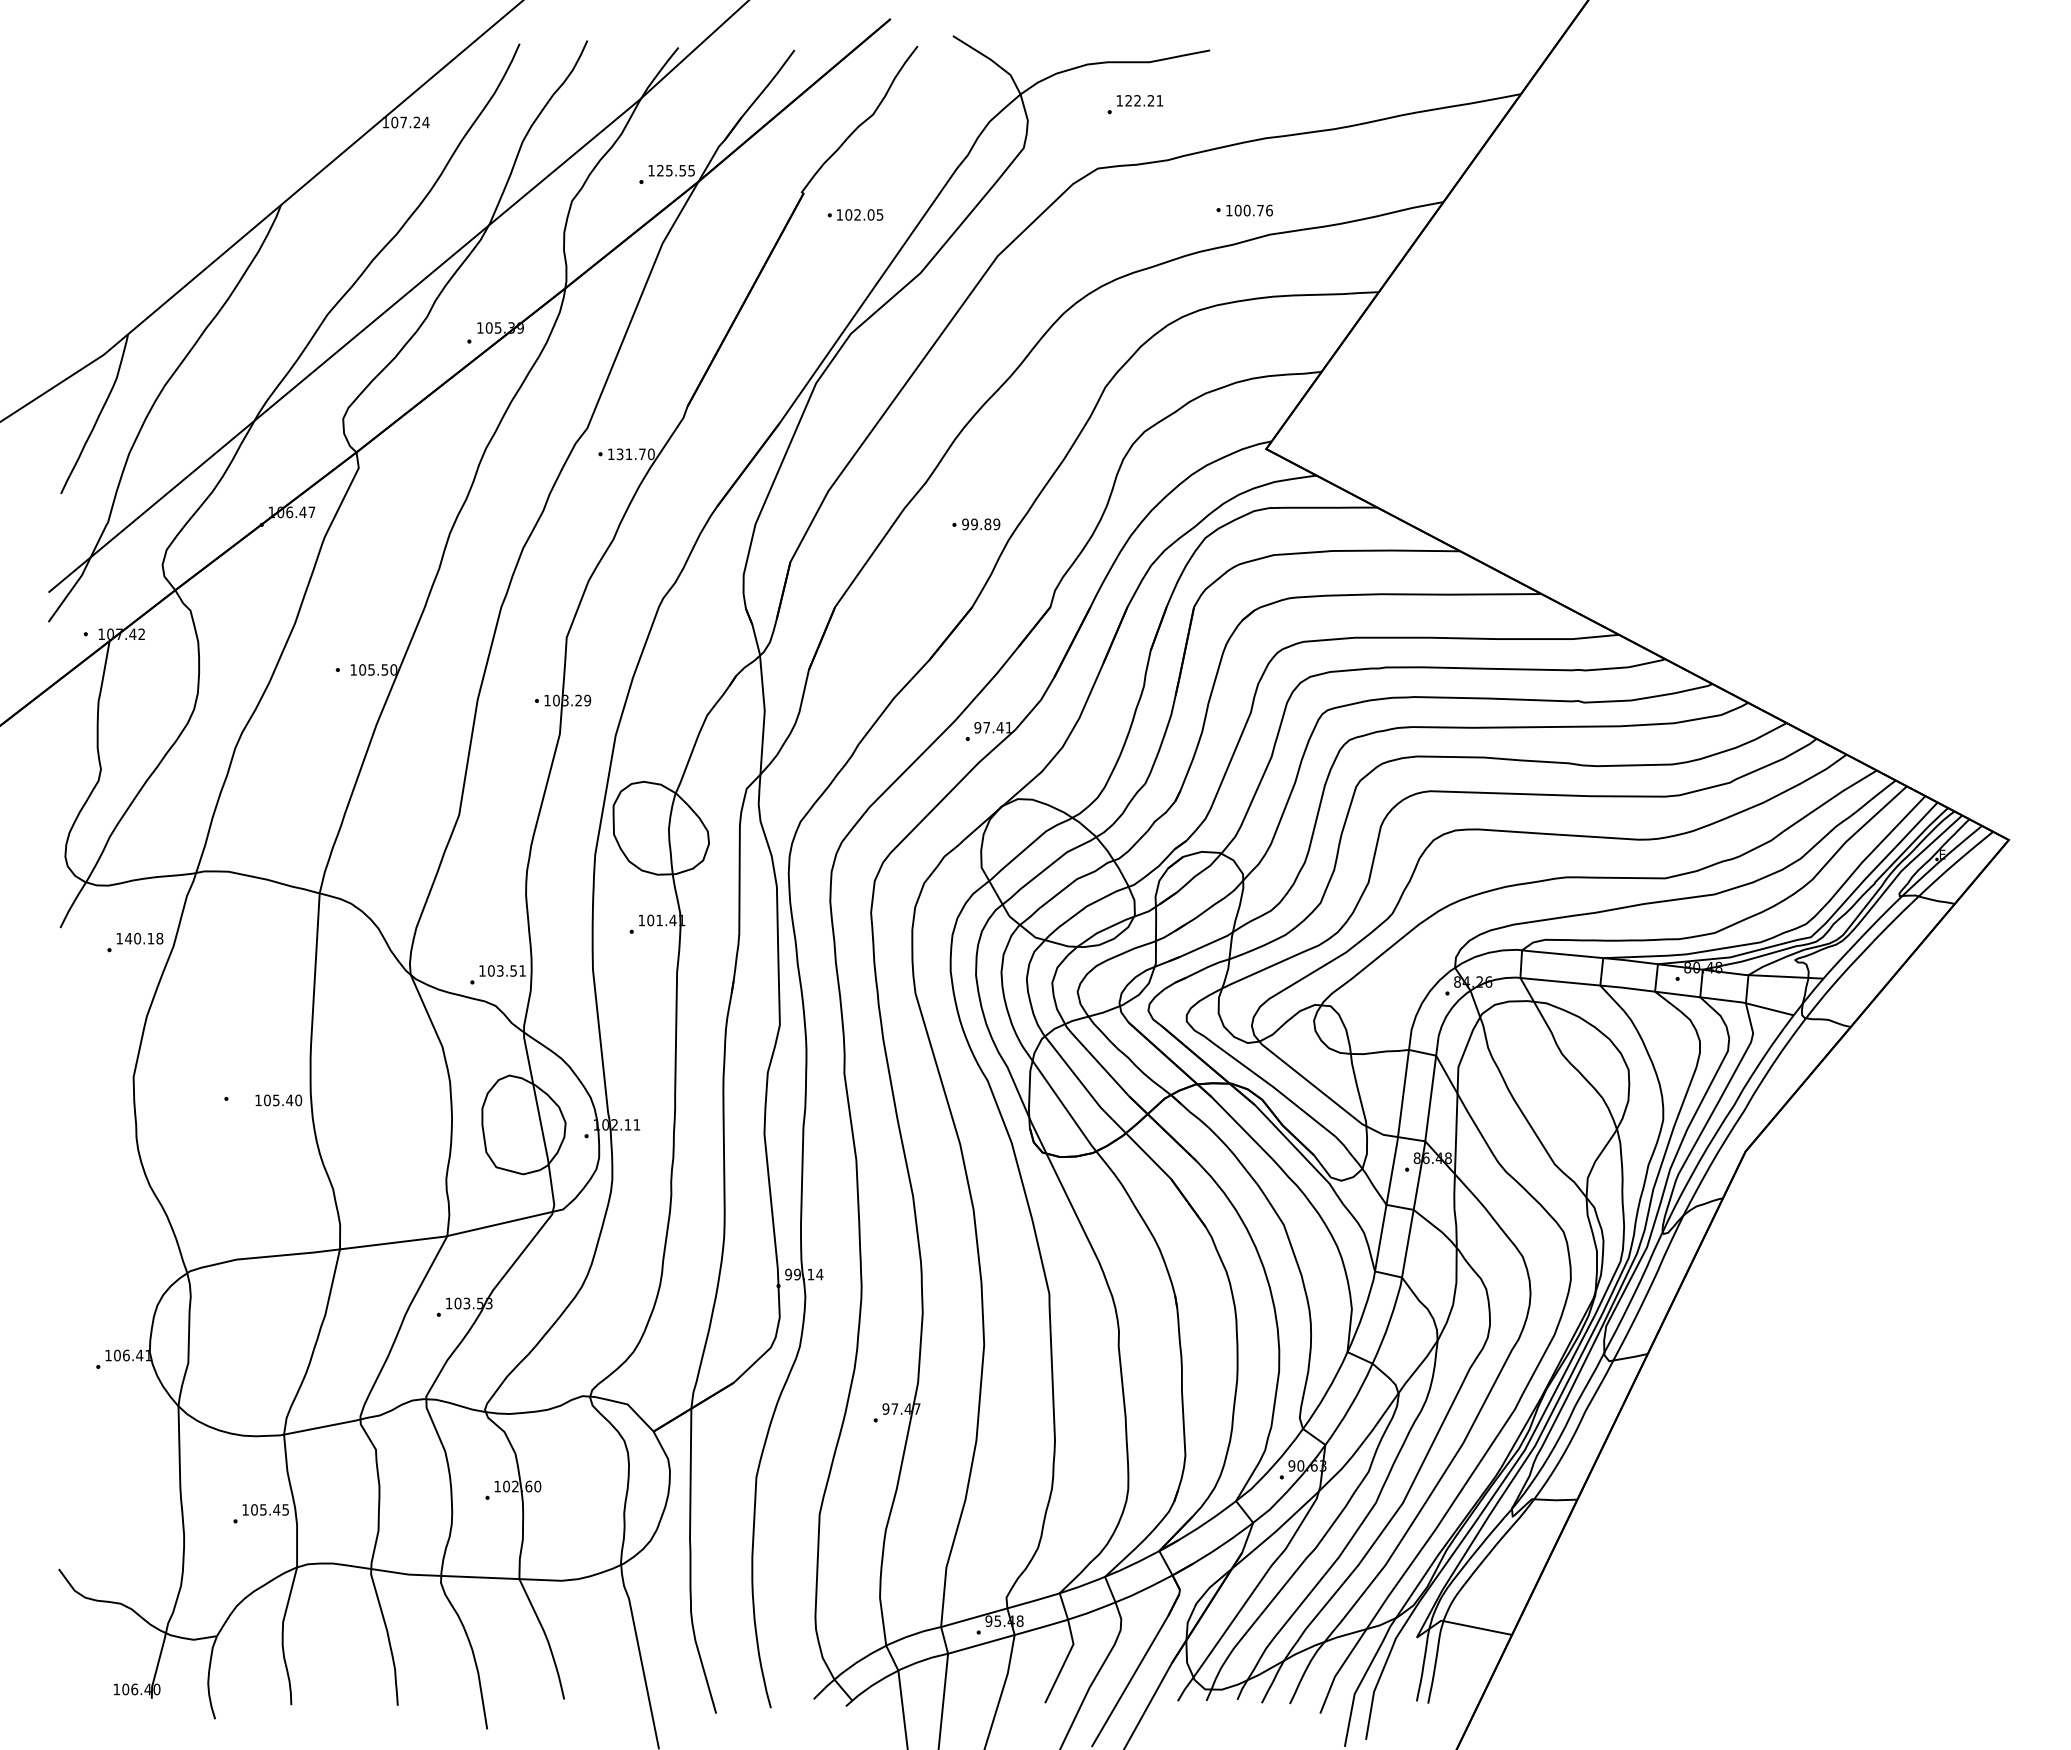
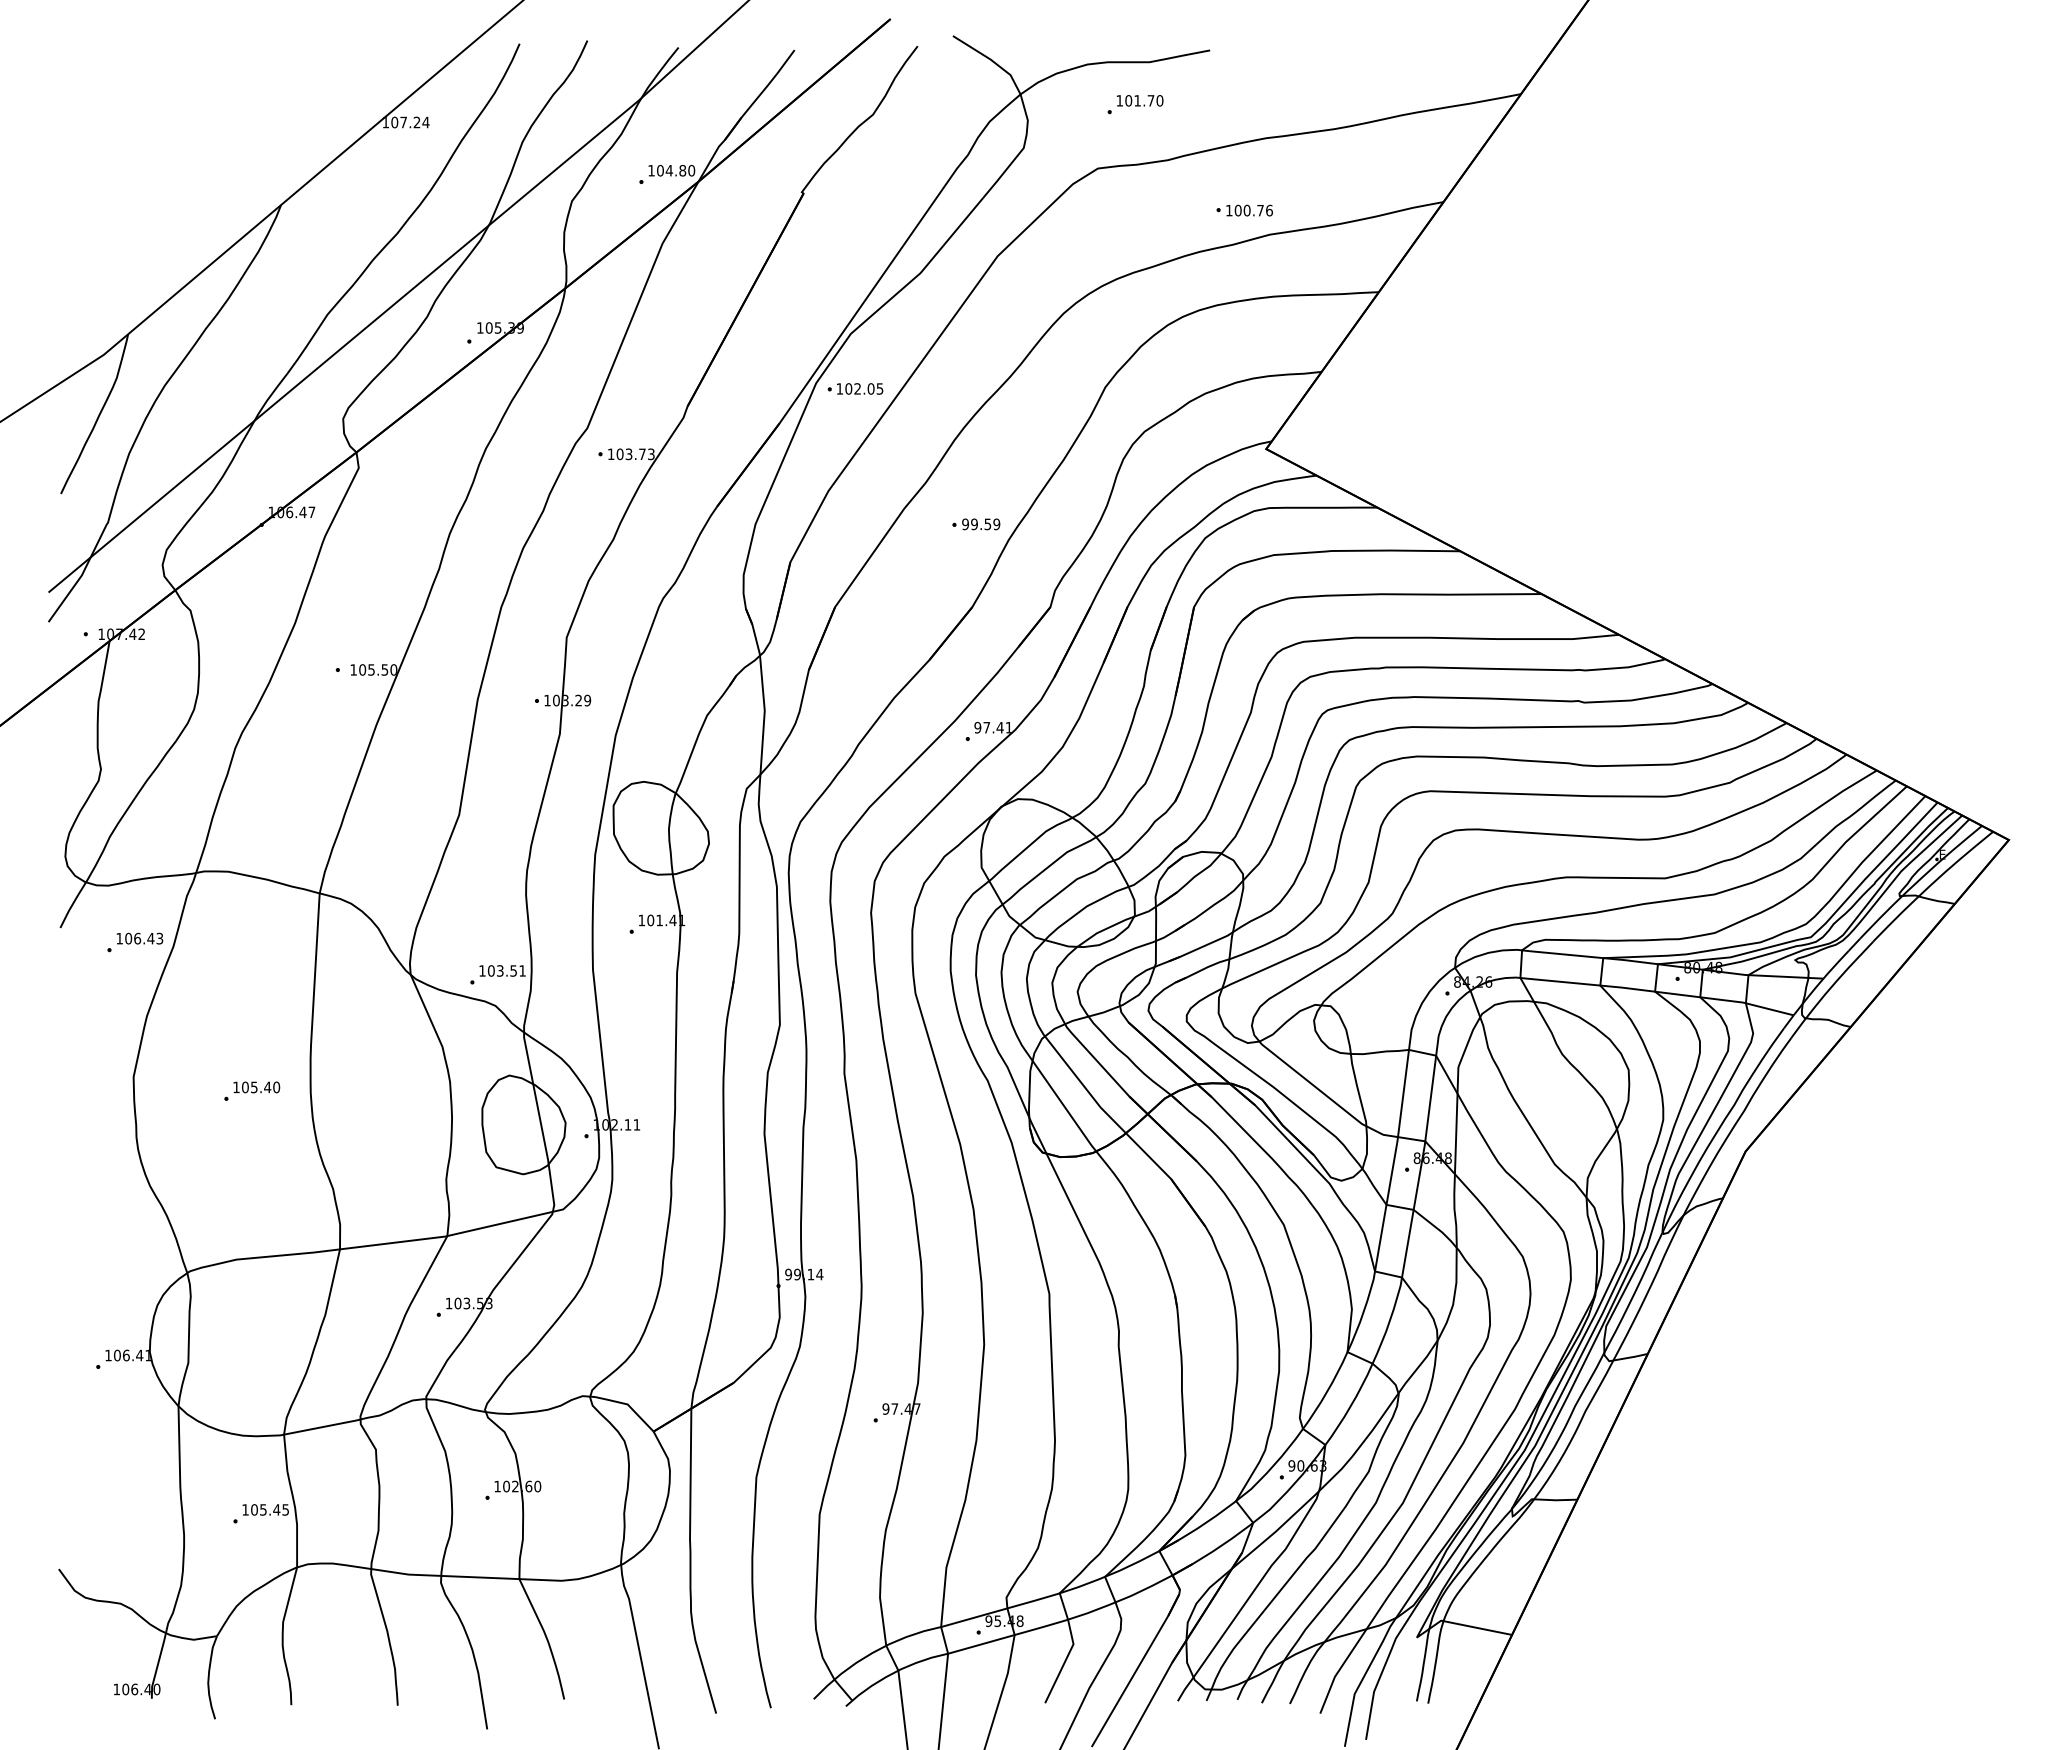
text at (1144, 100): 122.21 -> 101.70
text at (676, 170): 125.55 -> 104.80
part at (855, 214) position: (855, 214) -> (855, 388)
text at (635, 454): 131.70 -> 103.73
text at (987, 524): 99.89 -> 99.59
text at (144, 938): 140.18 -> 106.43
text at (278, 1100) position: (278, 1100) -> (256, 1087)
